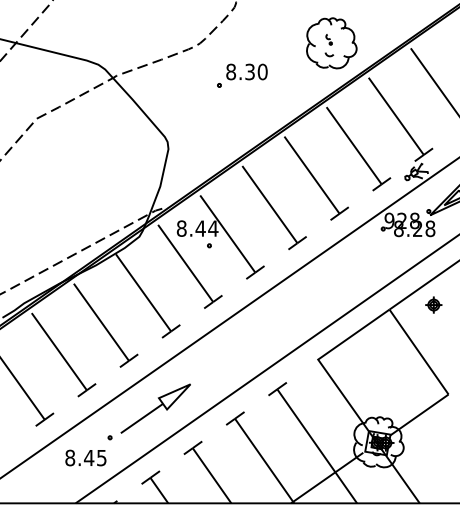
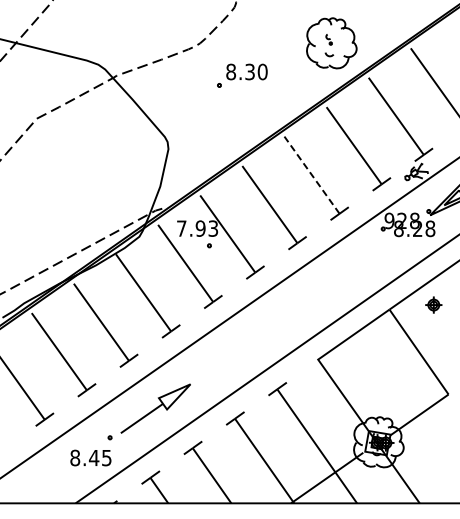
line at (311, 174): solid -> dashed
text at (197, 228): 8.44 -> 7.93
text at (85, 457) position: (85, 457) -> (90, 457)
